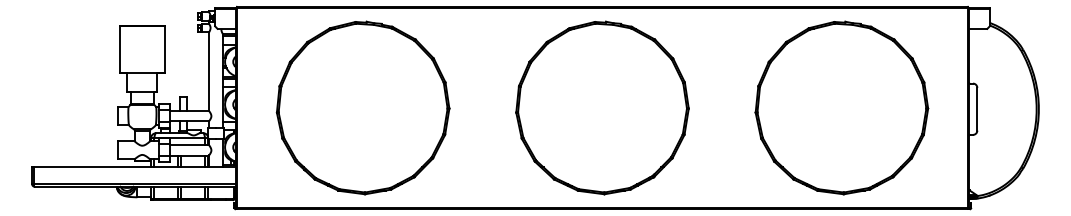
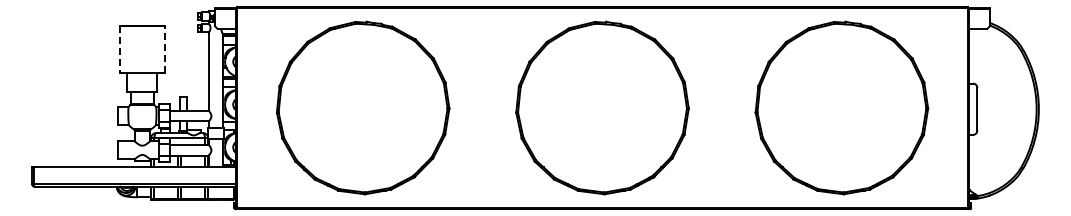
line at (120, 49): solid -> dashed
line at (164, 49): solid -> dashed
